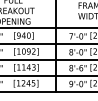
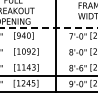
line at (49, 28): solid -> dashed
line at (48, 43): present -> none
line at (48, 59): present -> none
